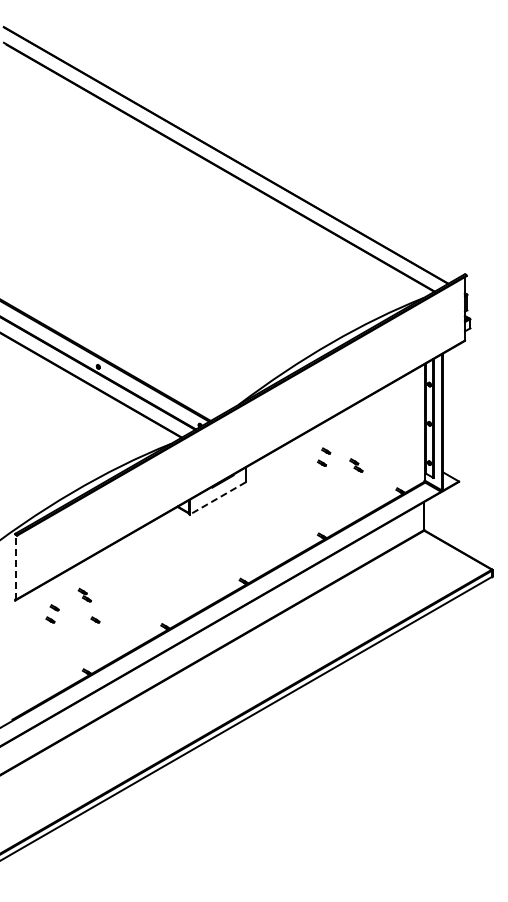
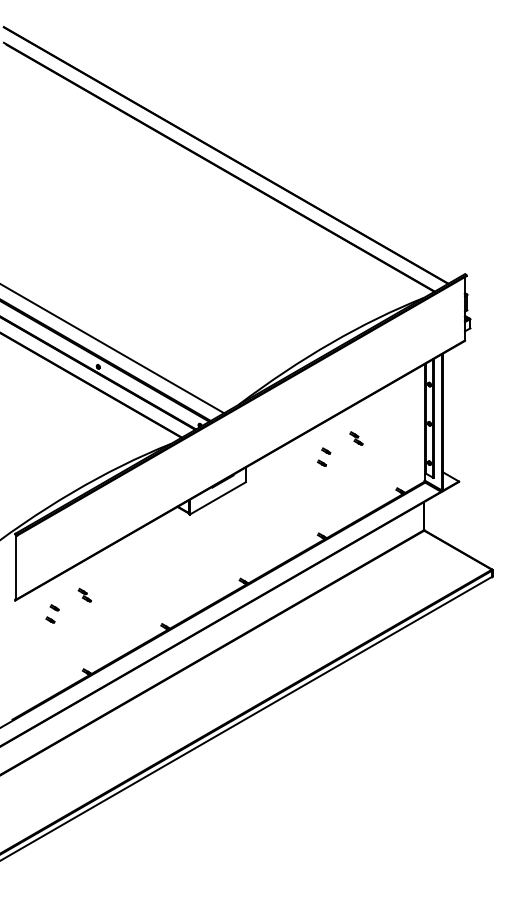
line at (113, 349): none -> present
part at (356, 465) position: (356, 465) -> (356, 438)
line at (217, 498): dashed -> solid
line at (15, 567): dashed -> solid
part at (95, 619): present -> none
